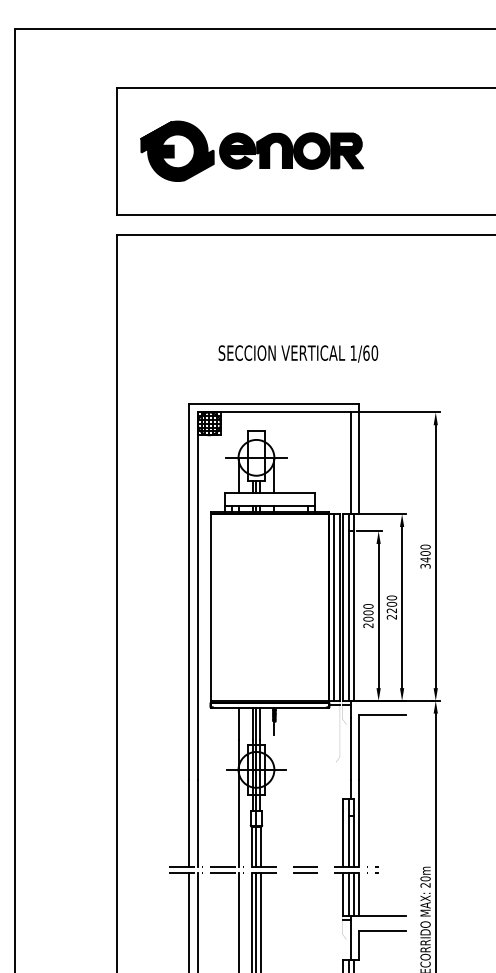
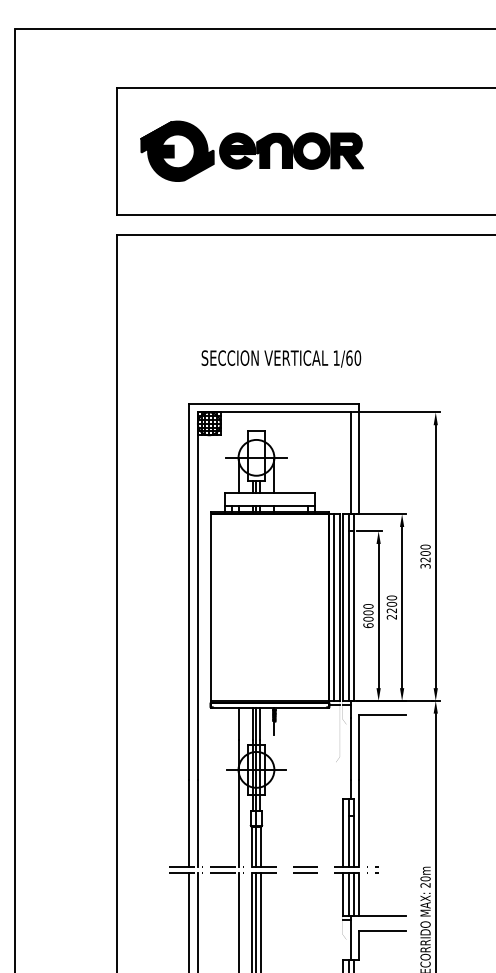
text at (298, 353) position: (298, 353) -> (281, 358)
text at (425, 559): 3400 -> 3200
text at (368, 625): 2000 -> 6000
